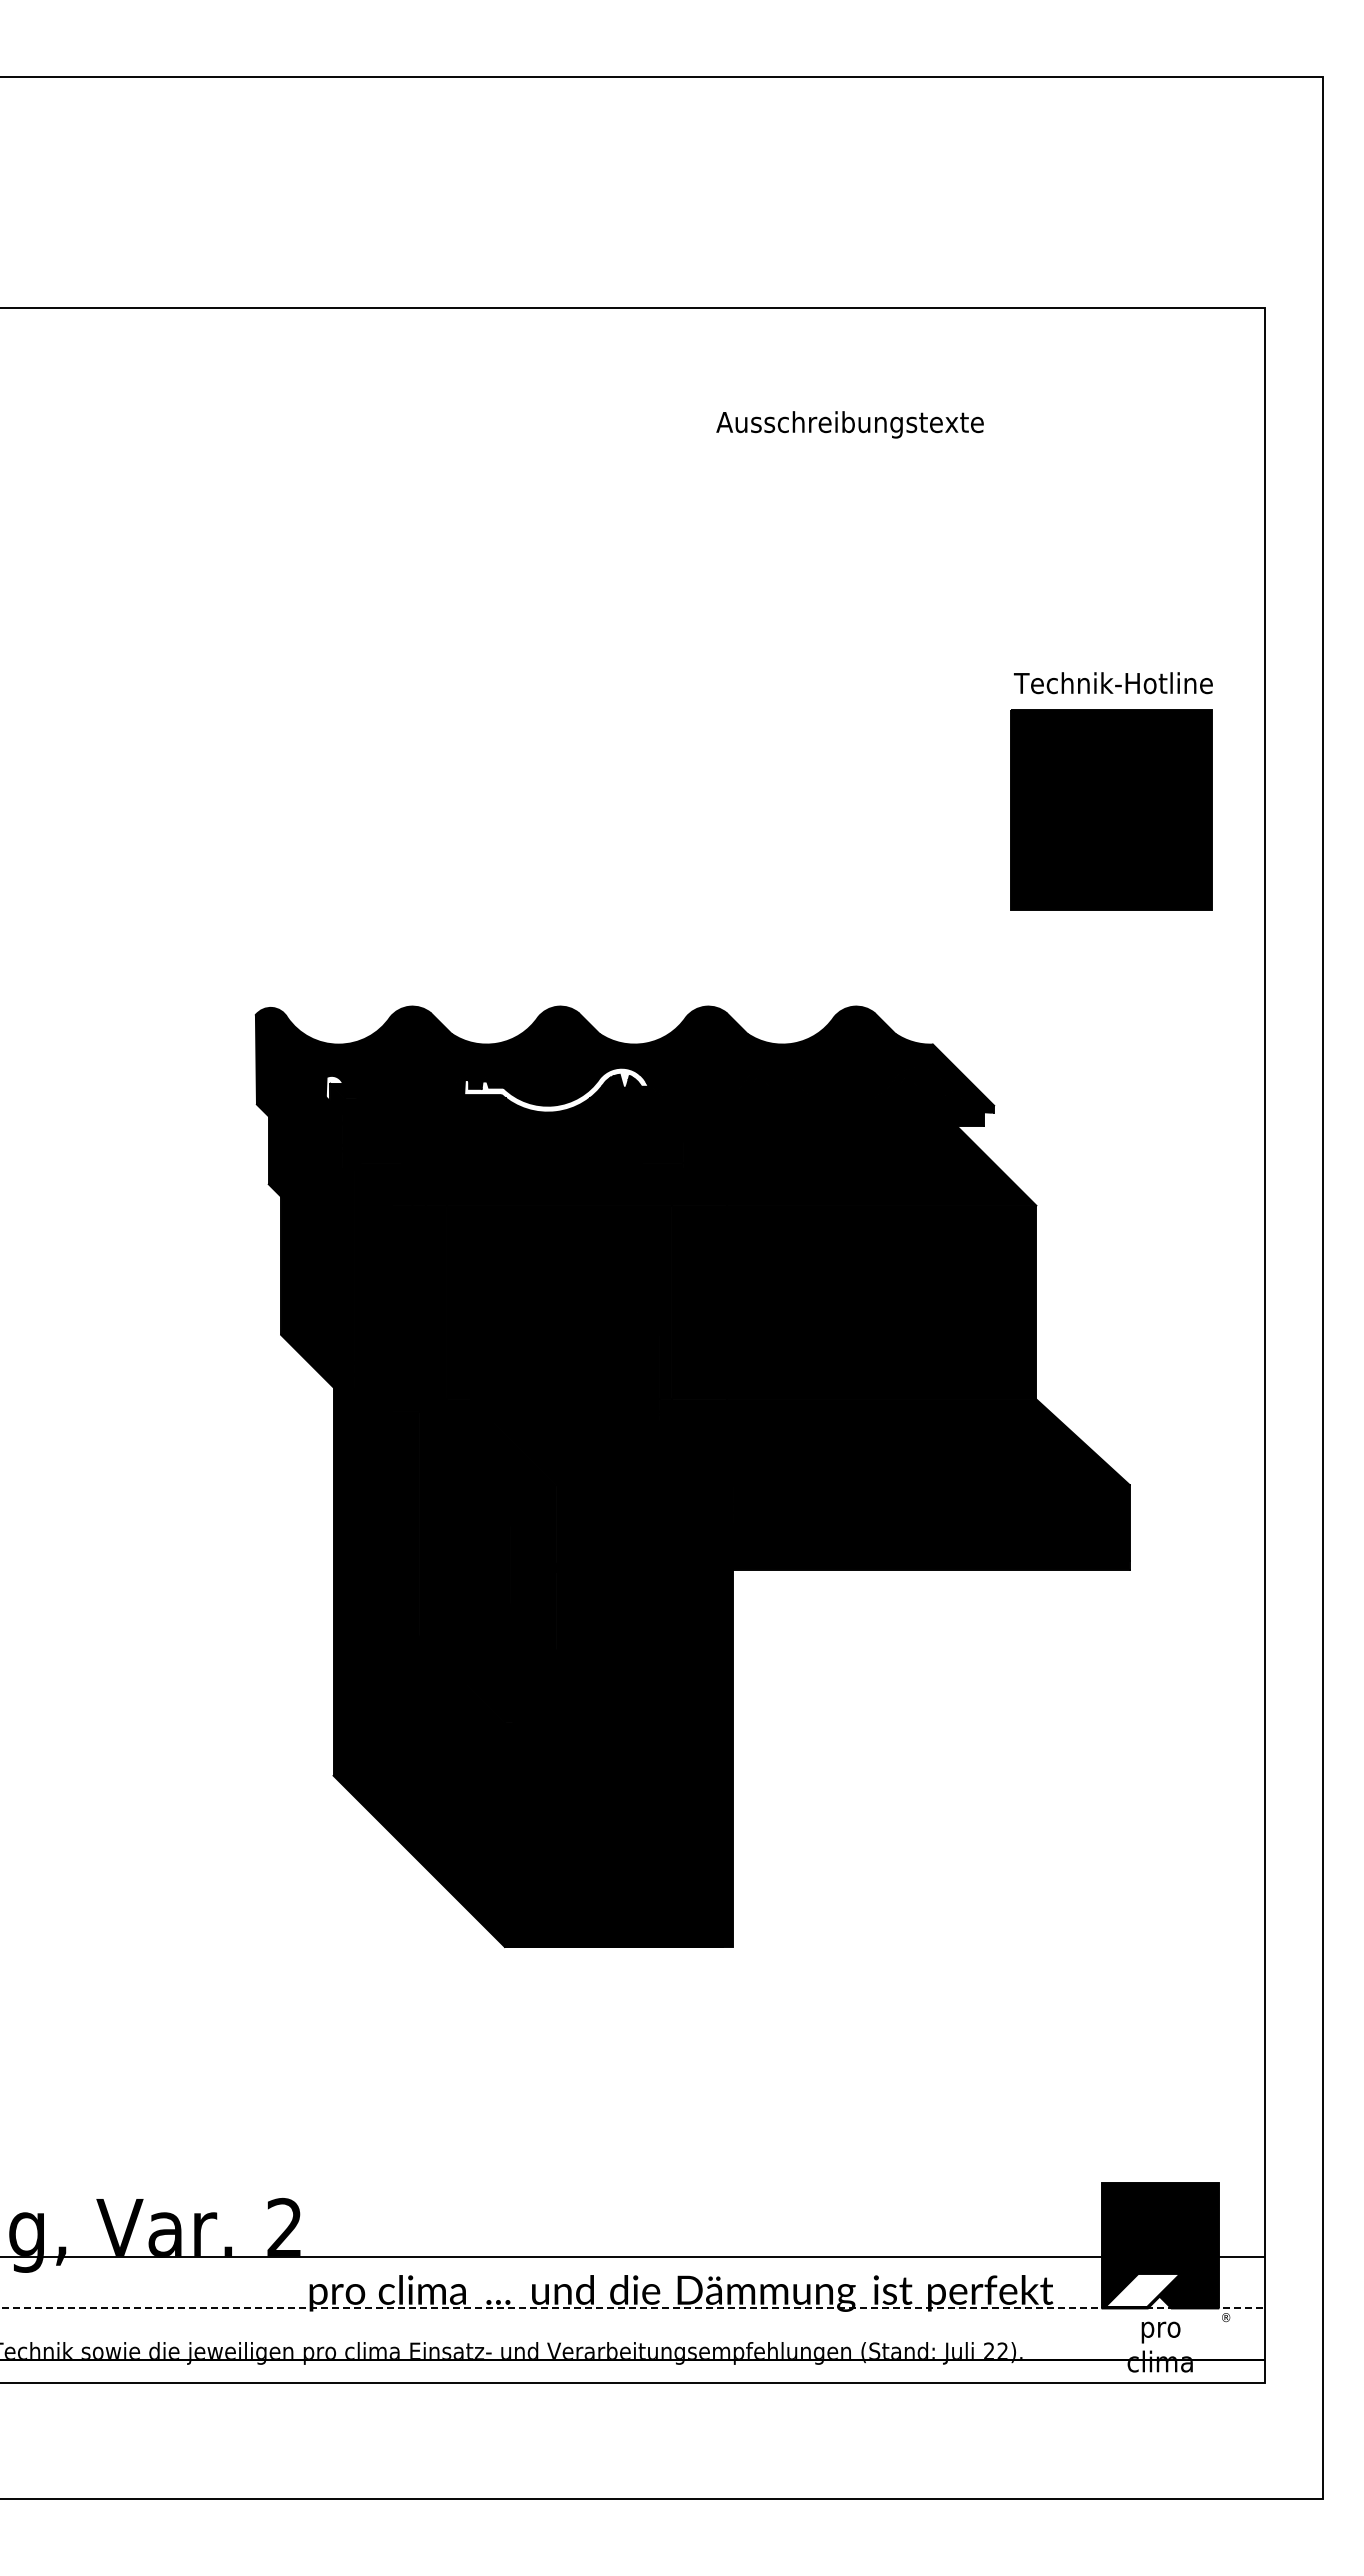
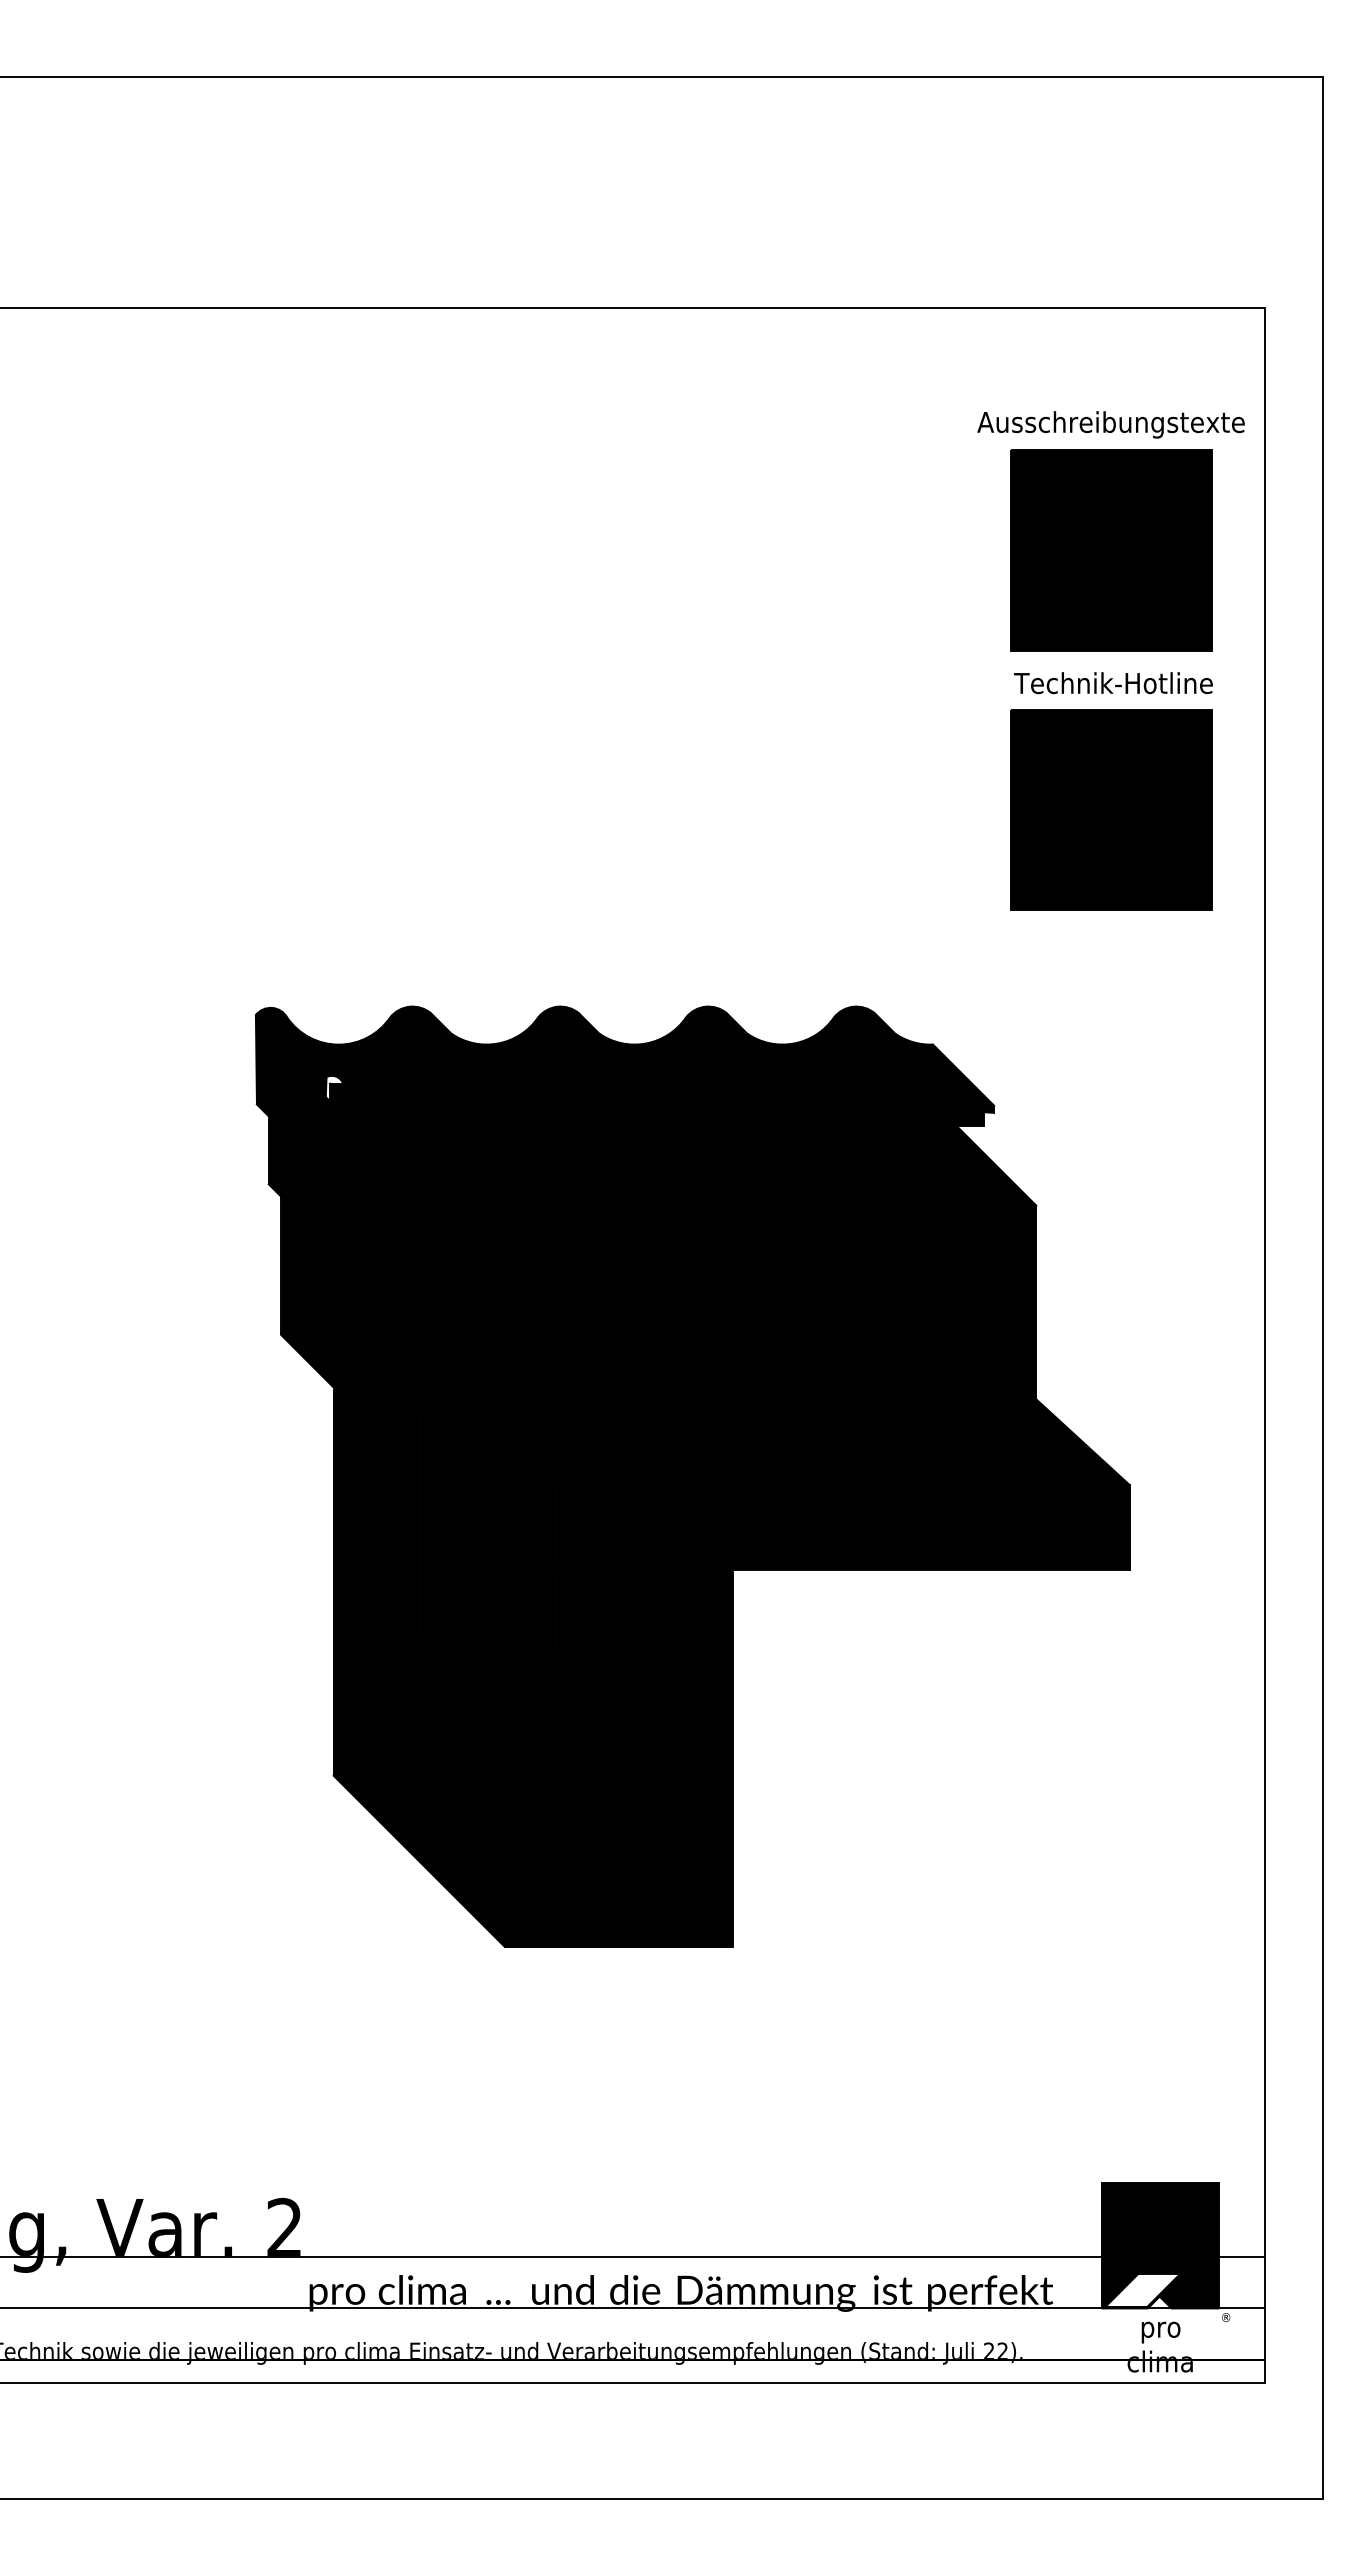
text at (849, 424) position: (849, 424) -> (1110, 424)
part at (1111, 550): none -> present
fill at (556, 1089): none -> present
line at (633, 2308): dashed -> solid
